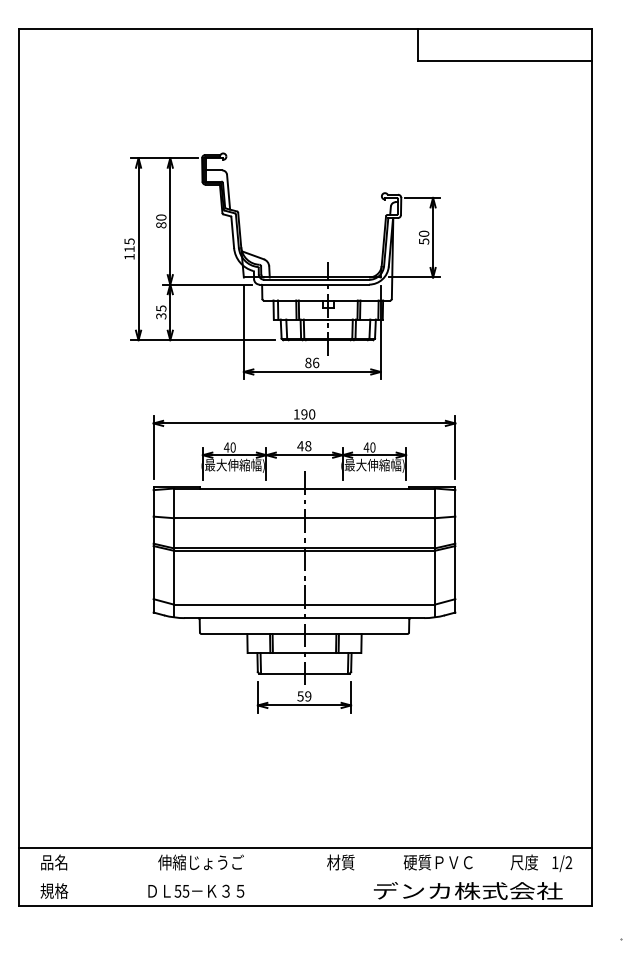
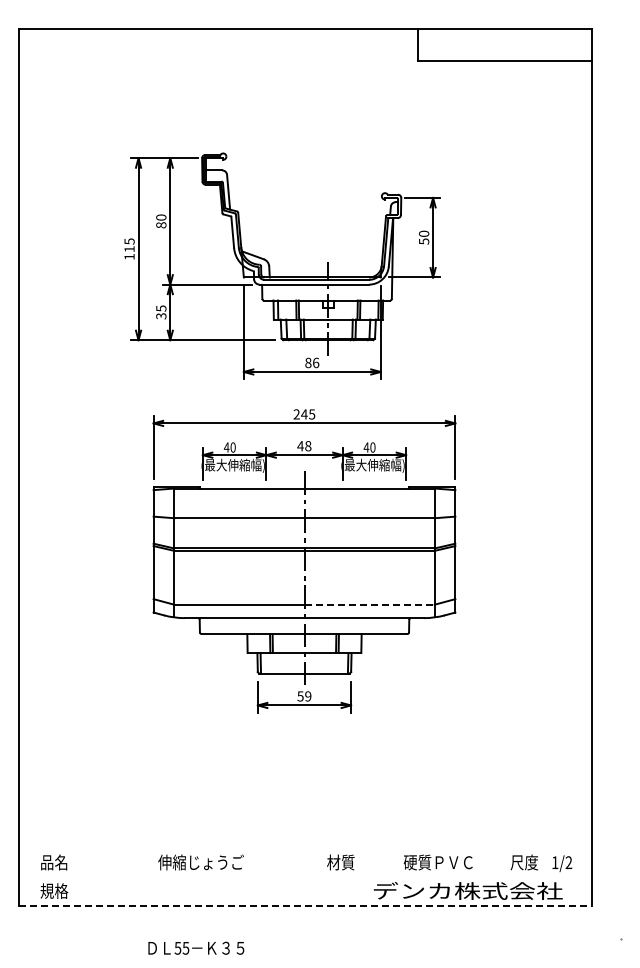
text at (304, 414): 190 -> 245
line at (370, 604): solid -> dashed
line at (305, 848): present -> none
text at (196, 890) position: (196, 890) -> (196, 947)
line at (305, 905): solid -> dashed
